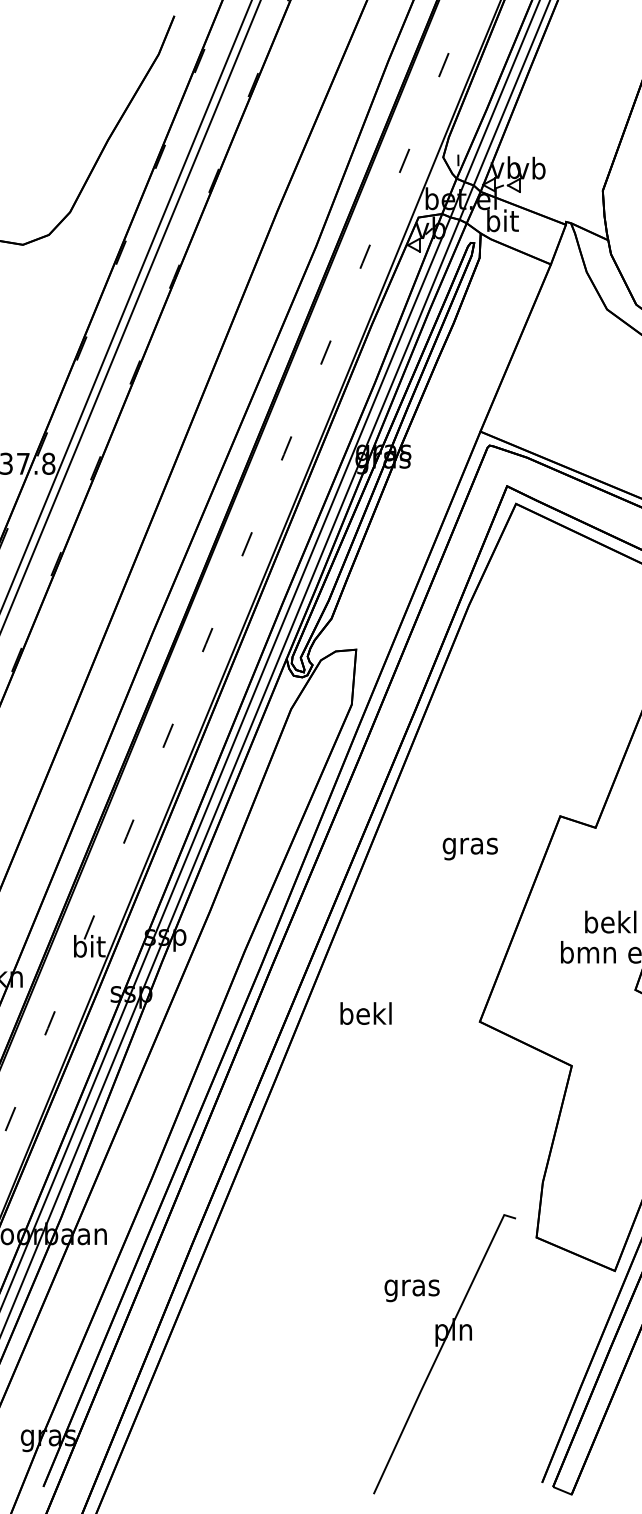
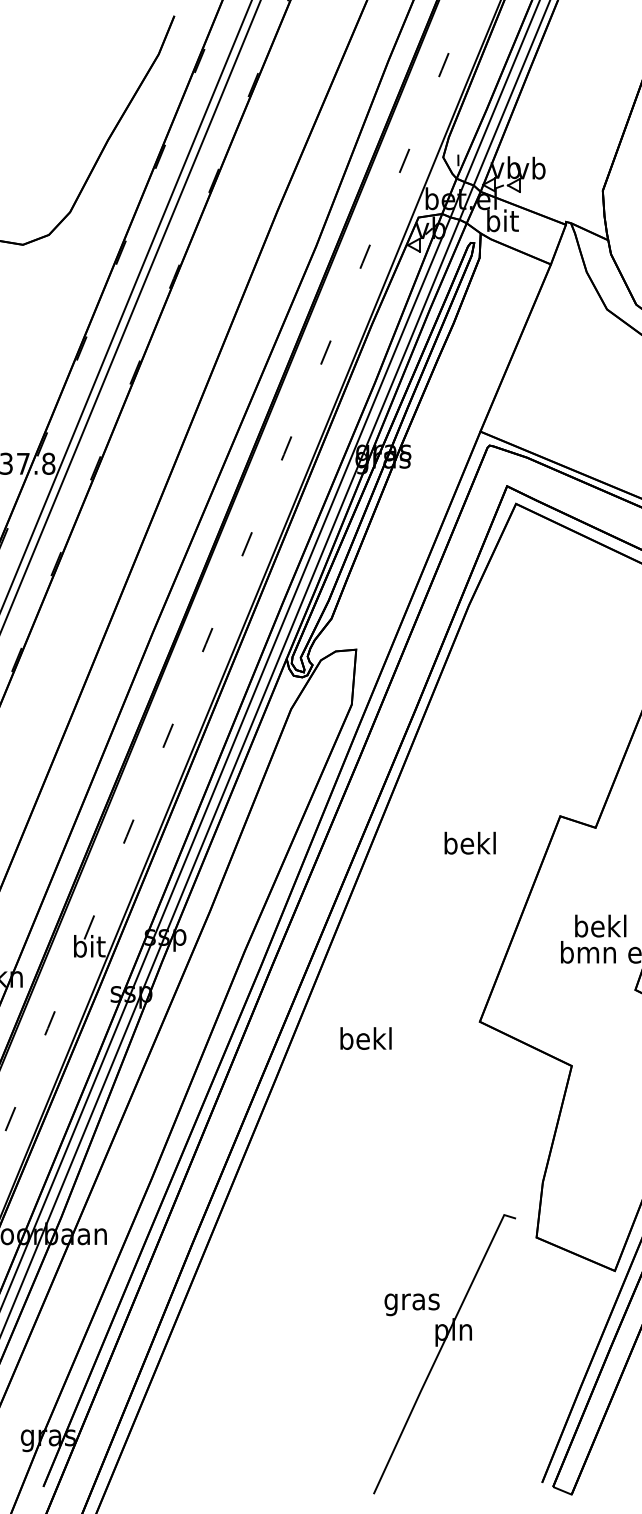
text at (469, 845): gras -> bekl
text at (610, 921) position: (610, 921) -> (600, 925)
text at (365, 1013) position: (365, 1013) -> (365, 1038)
text at (411, 1290) position: (411, 1290) -> (411, 1304)
